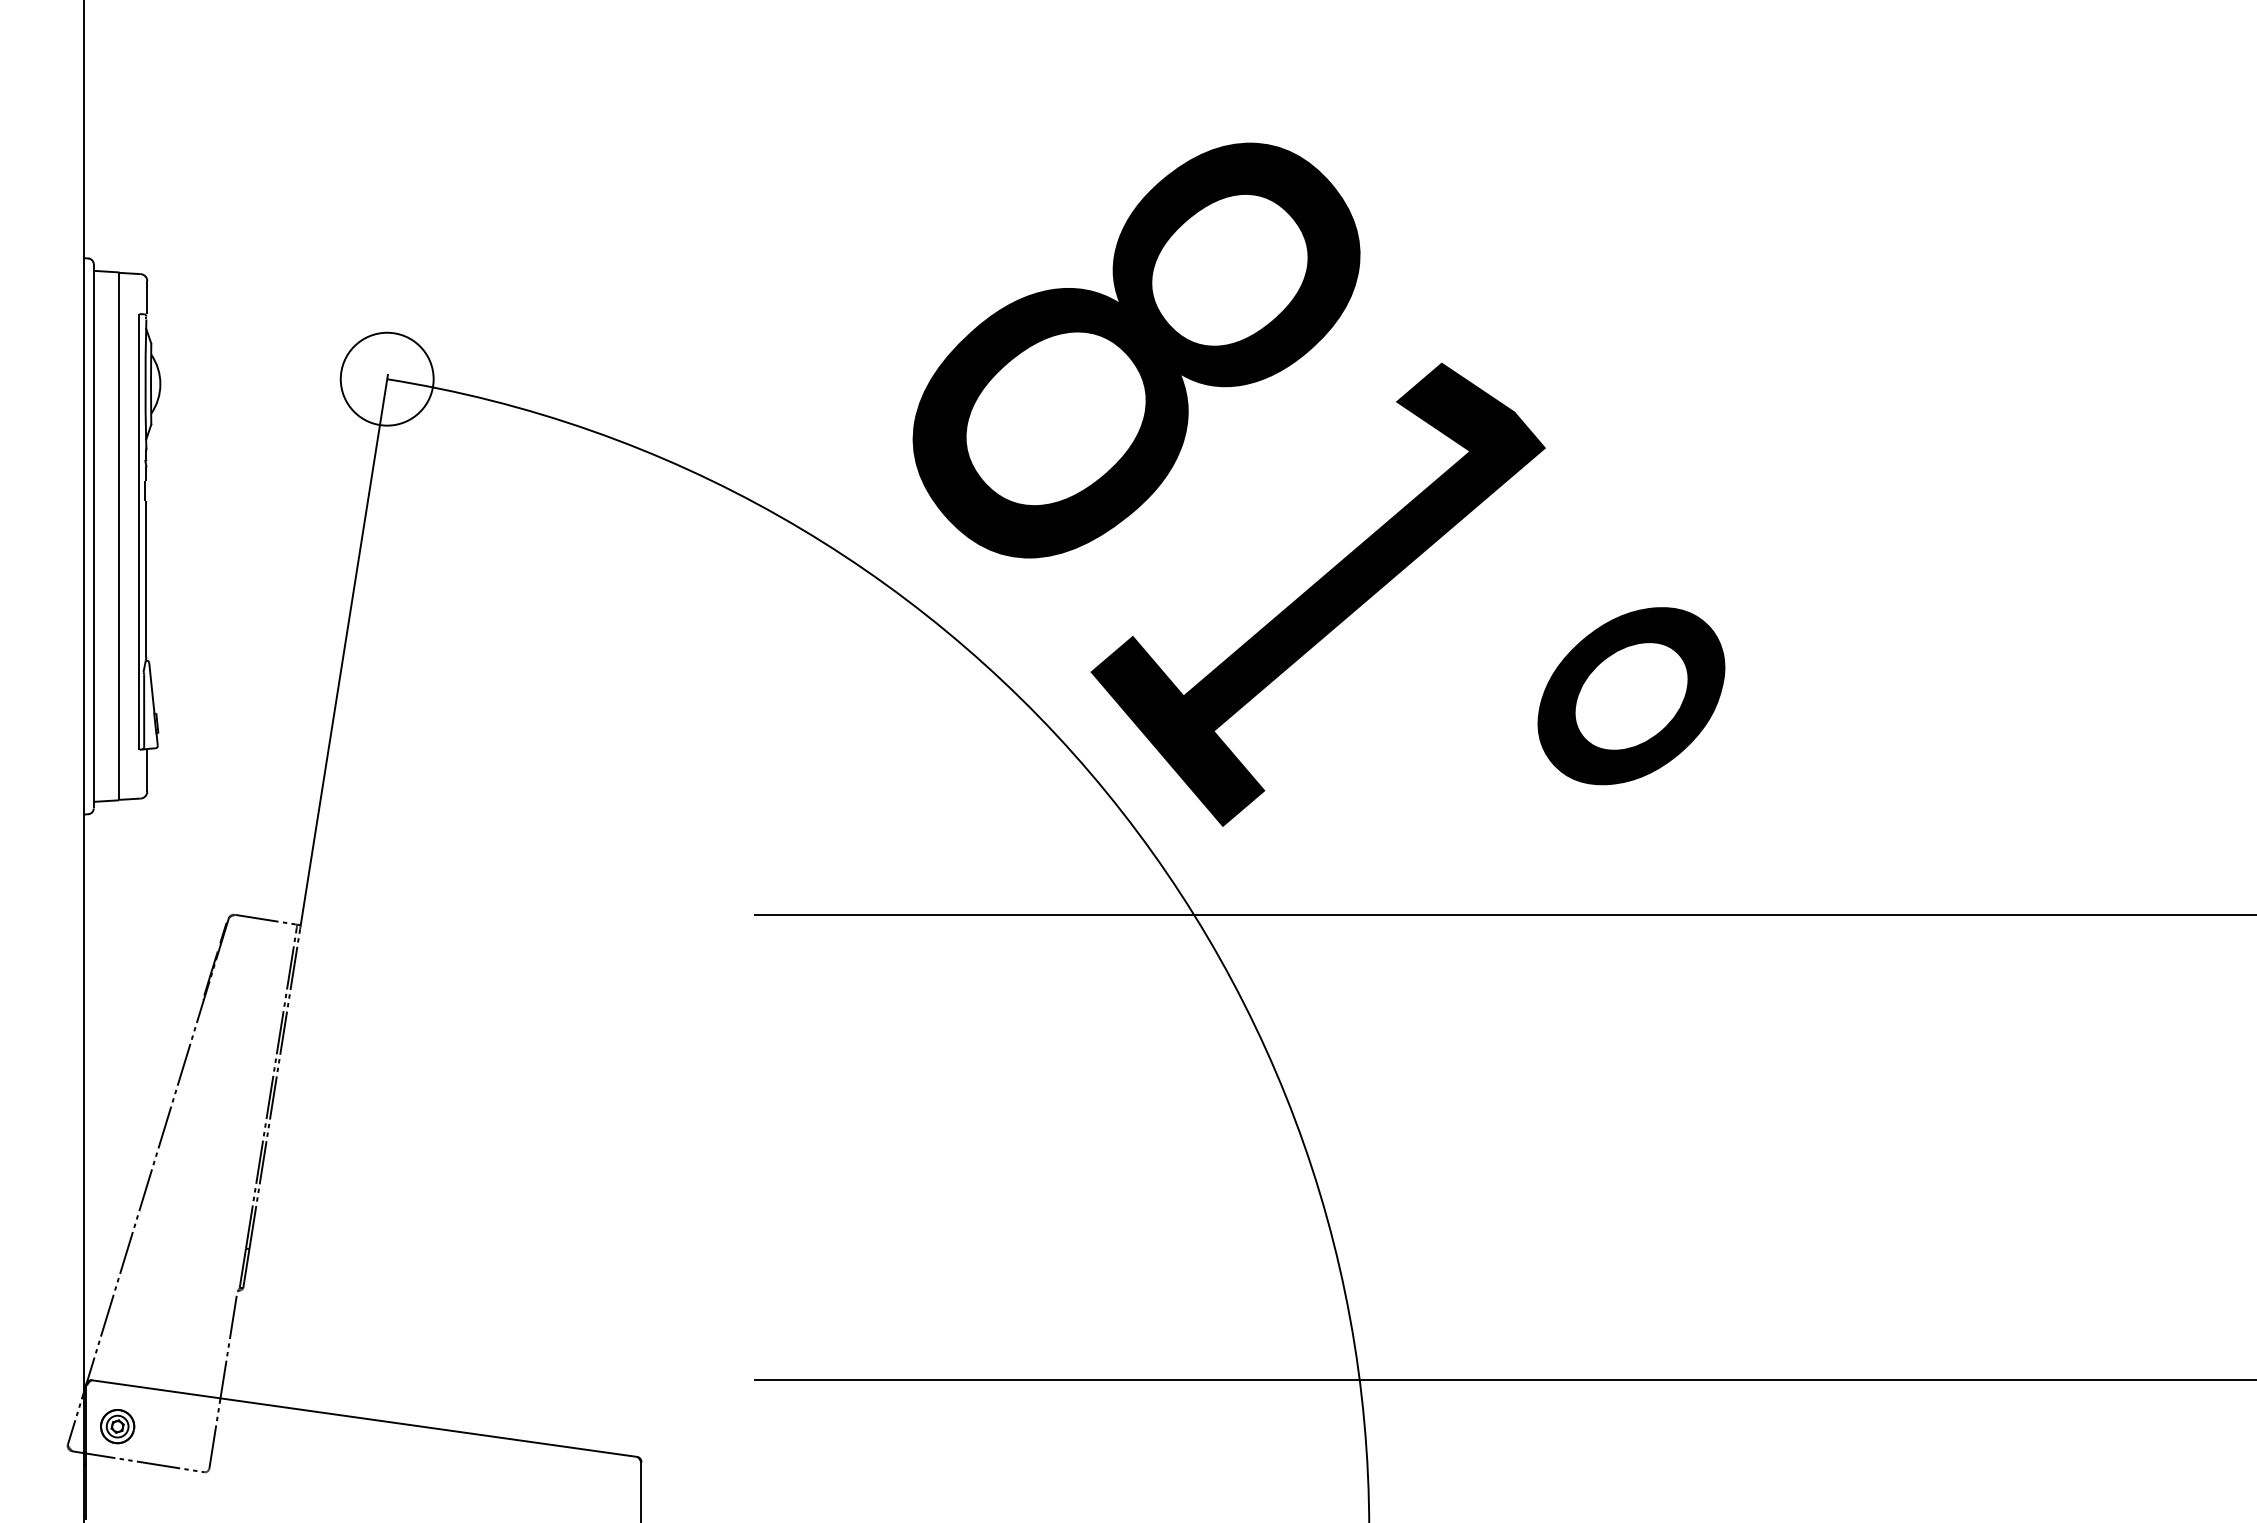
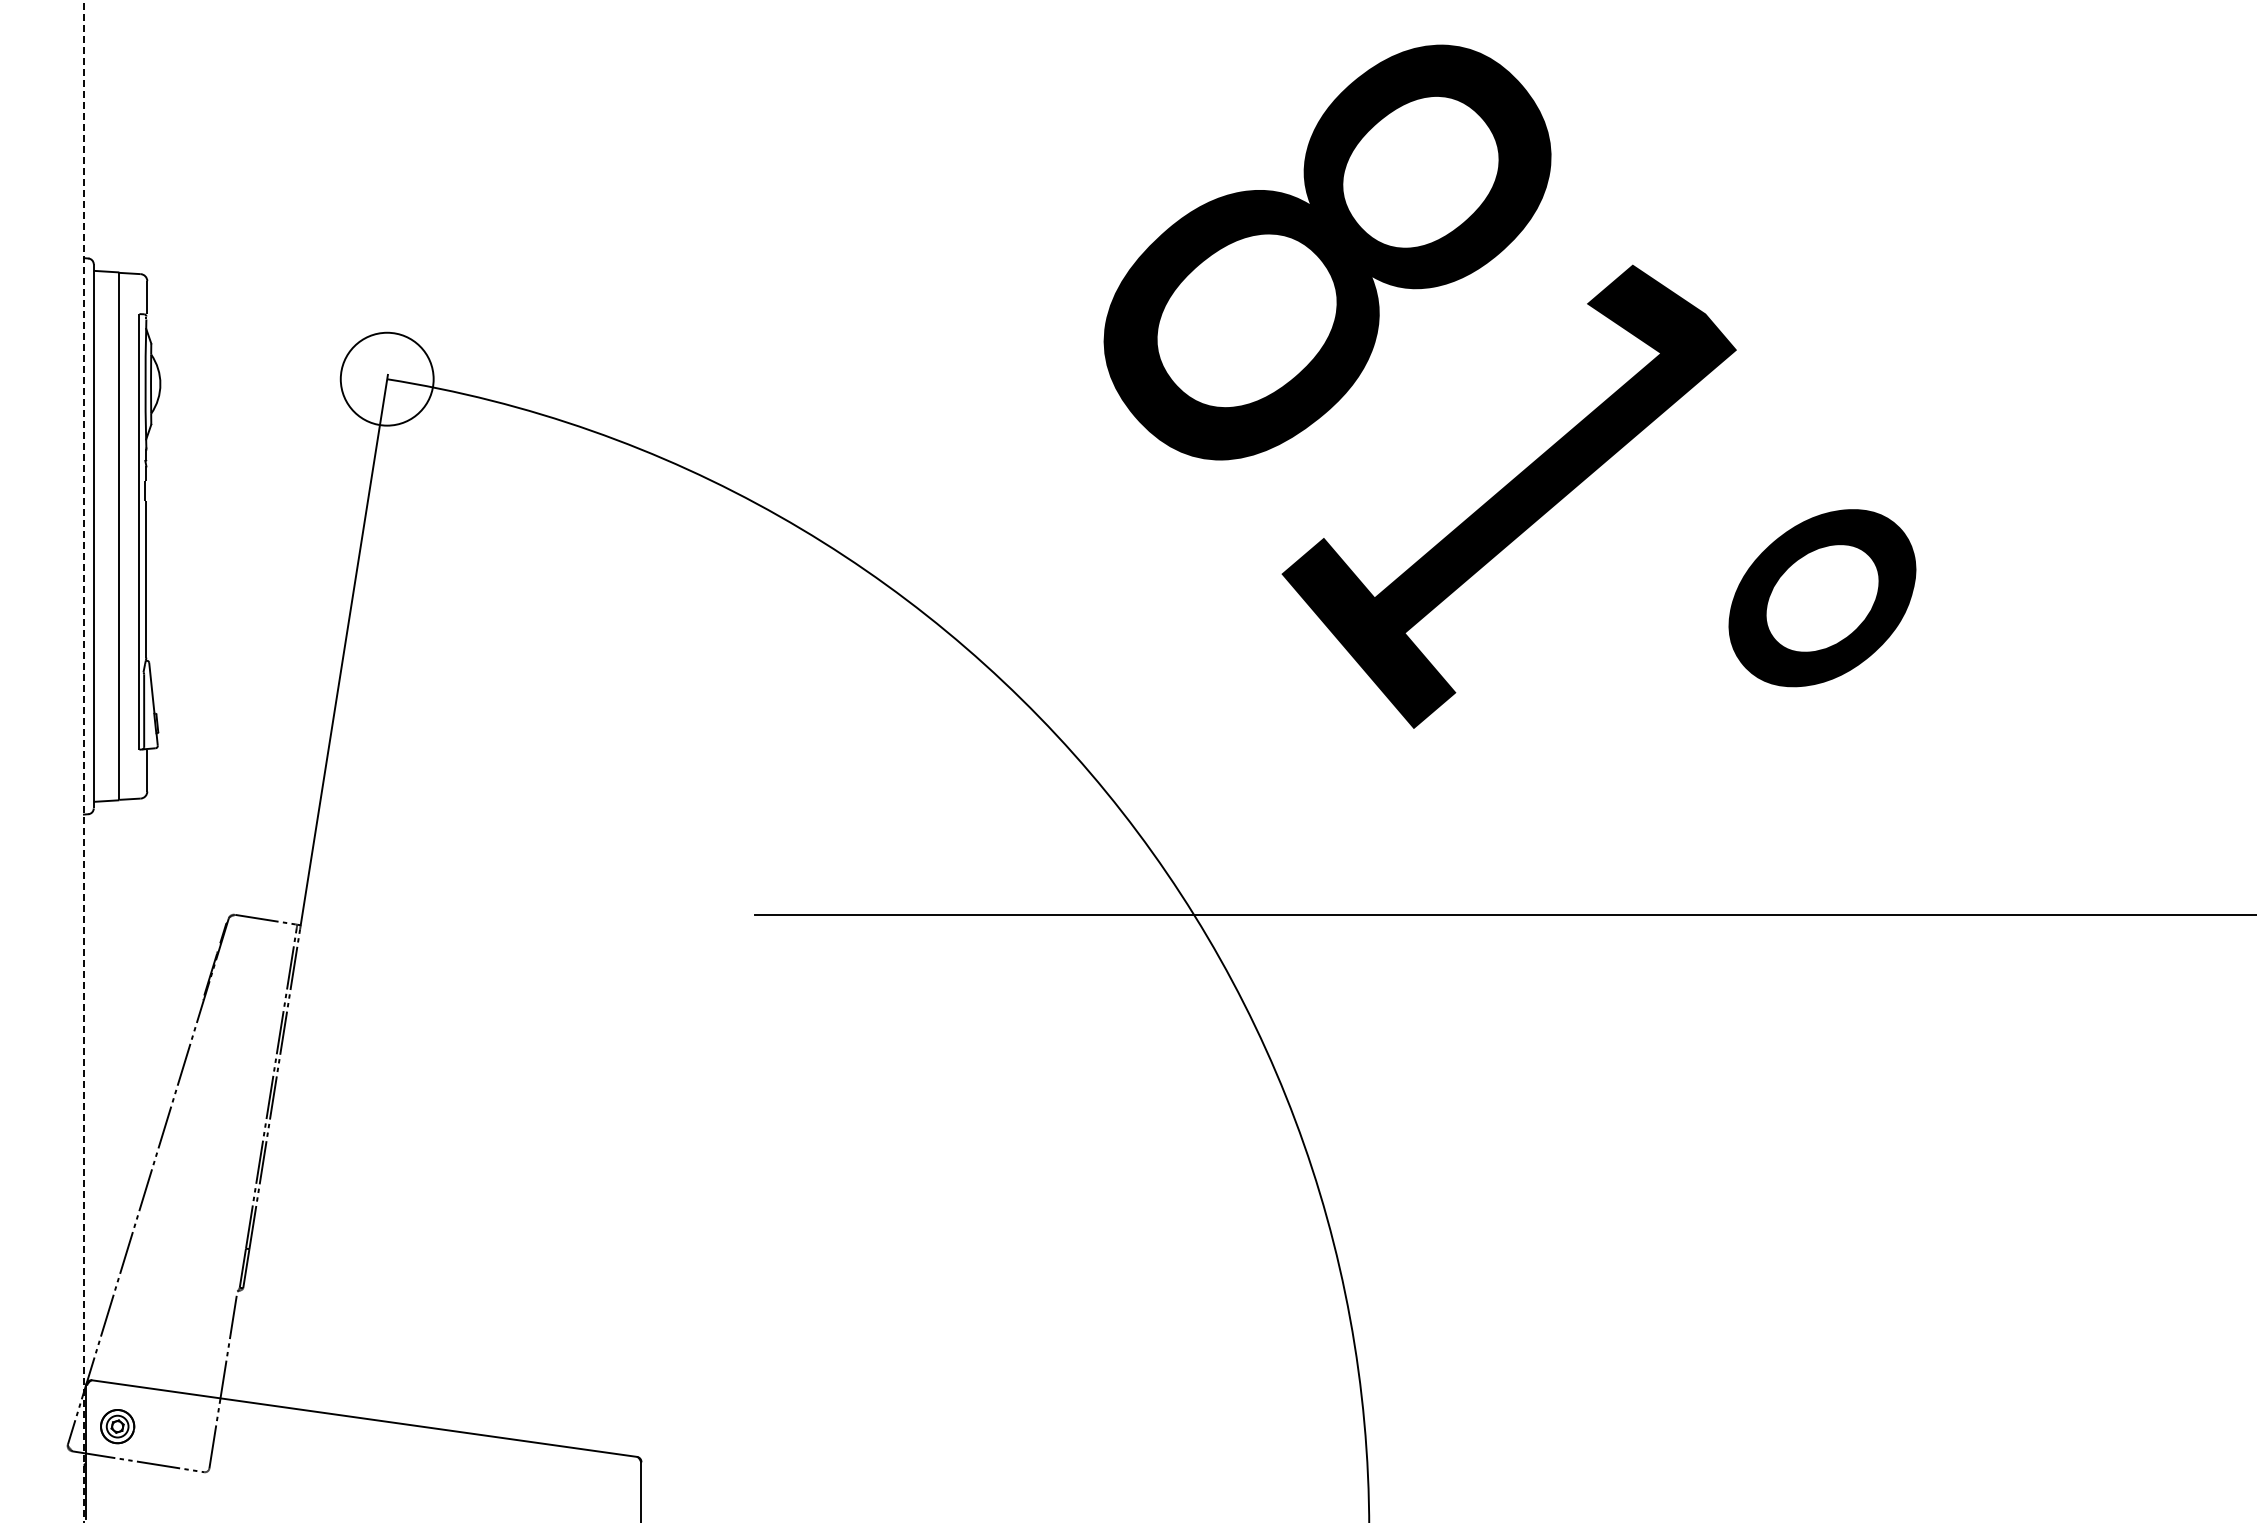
text at (1318, 484) position: (1318, 484) -> (1509, 386)
line at (83, 761): solid -> dashed
line at (1503, 1380): present -> none
